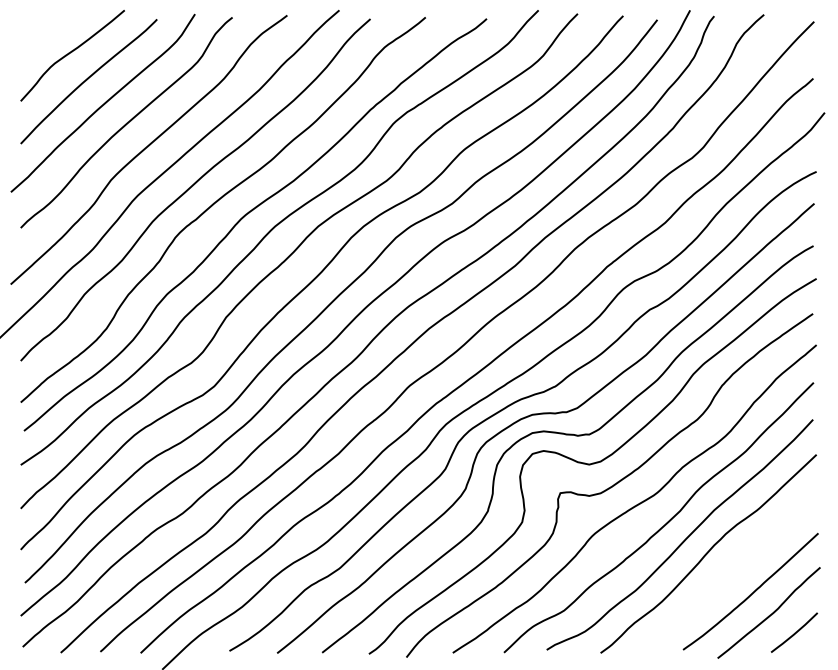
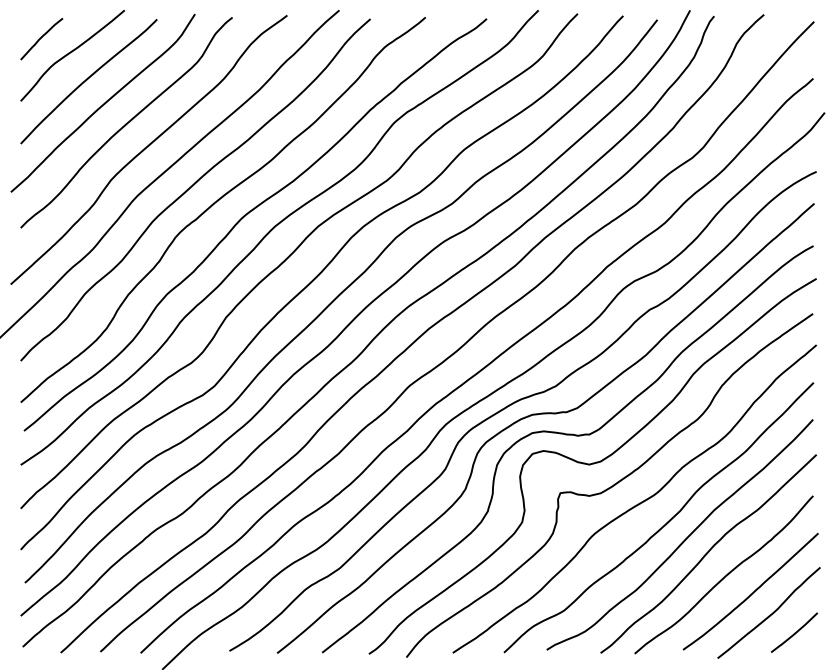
curve at (41, 38): none -> present
curve at (725, 575): none -> present
